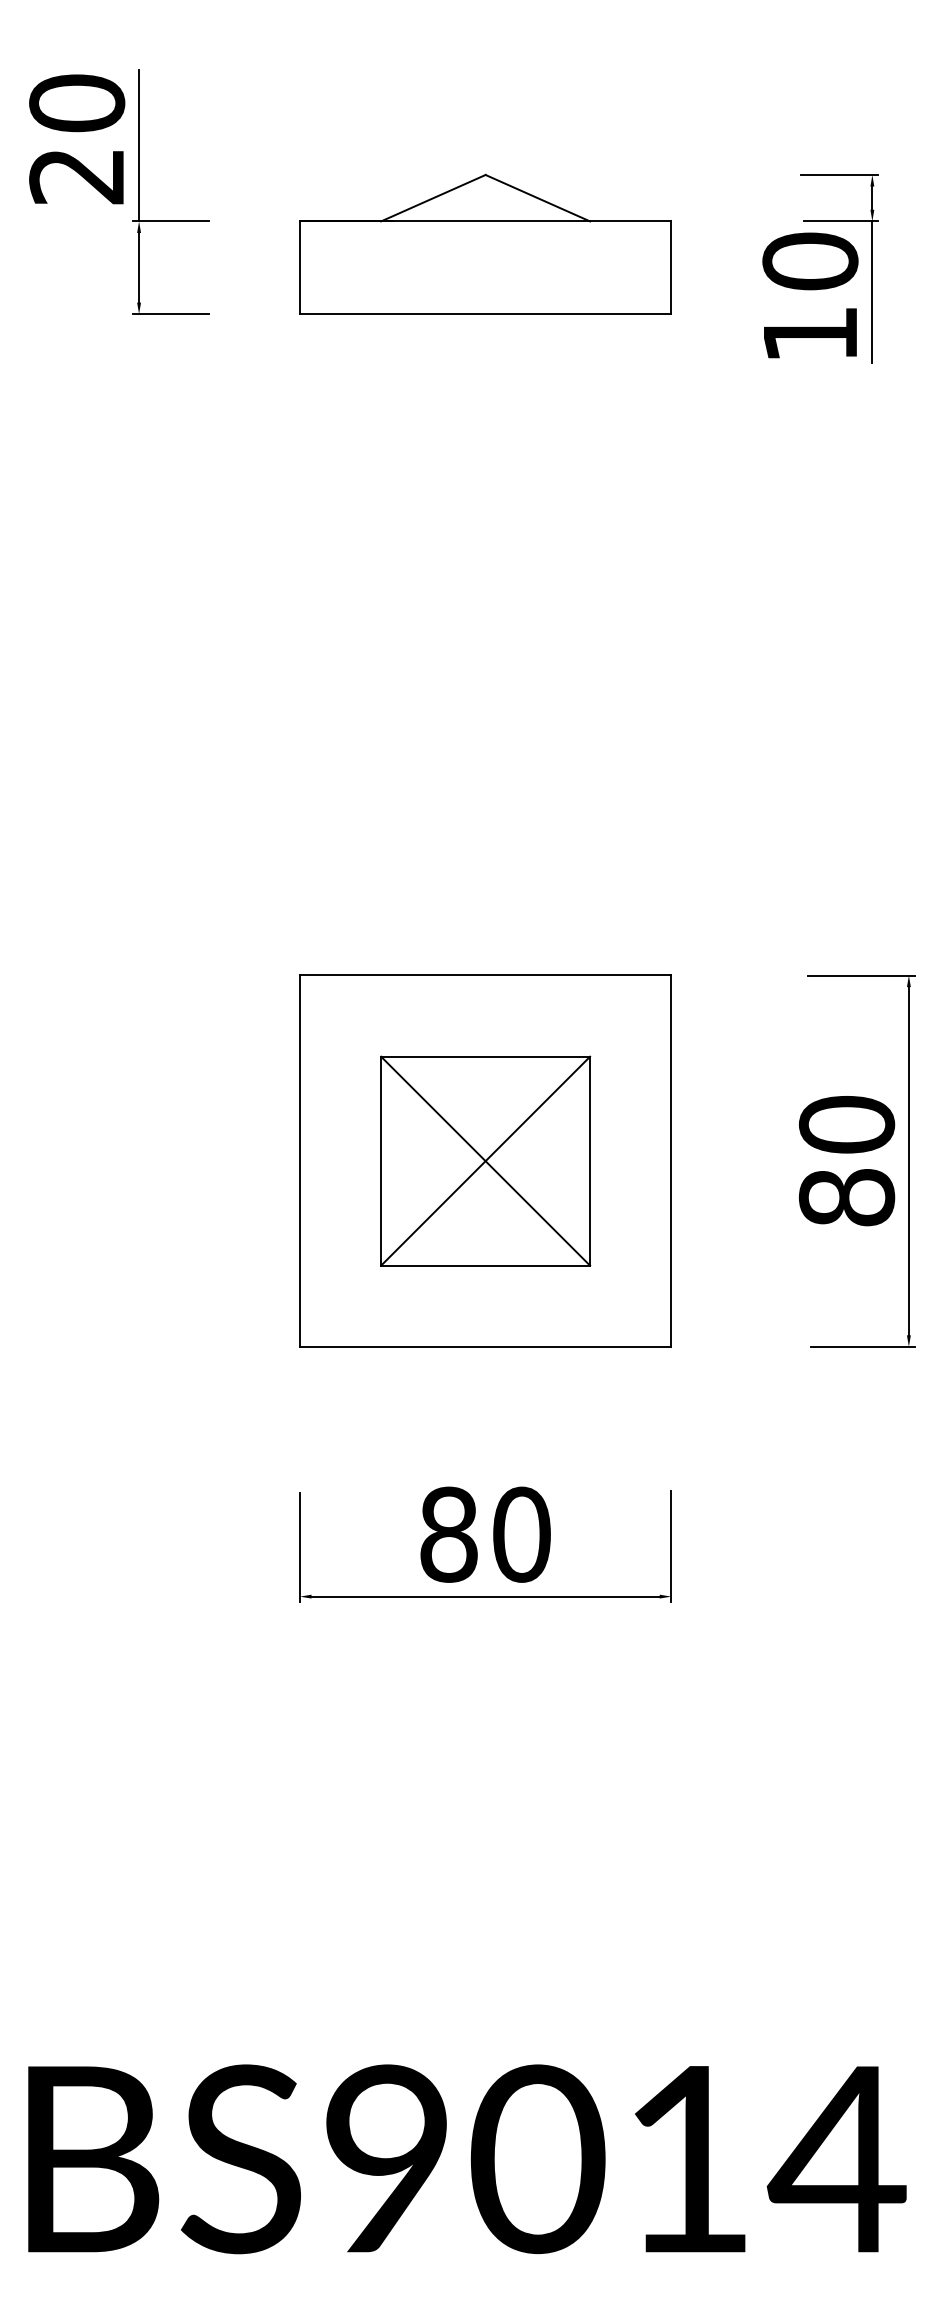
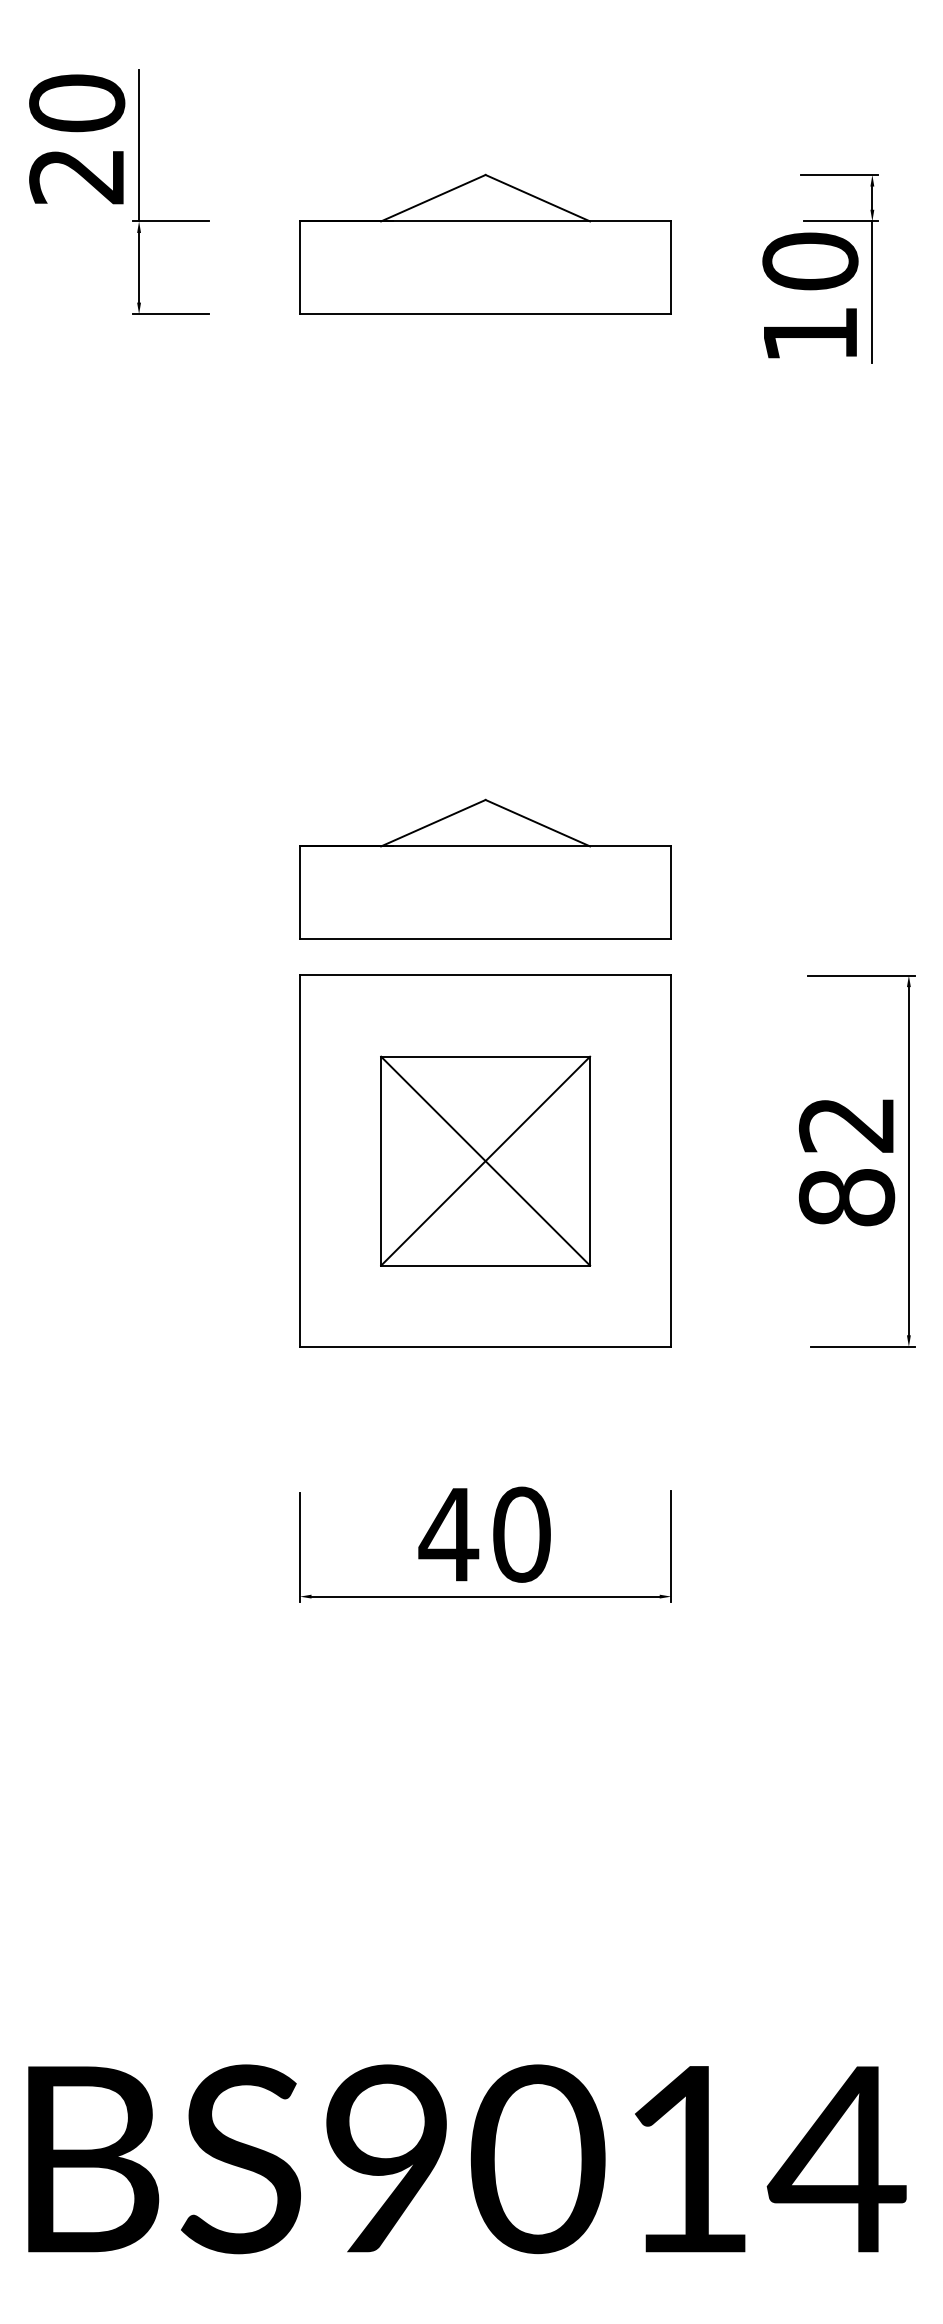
part at (485, 868): none -> present
text at (846, 1124): 80 -> 82
text at (448, 1534): 80 -> 40
